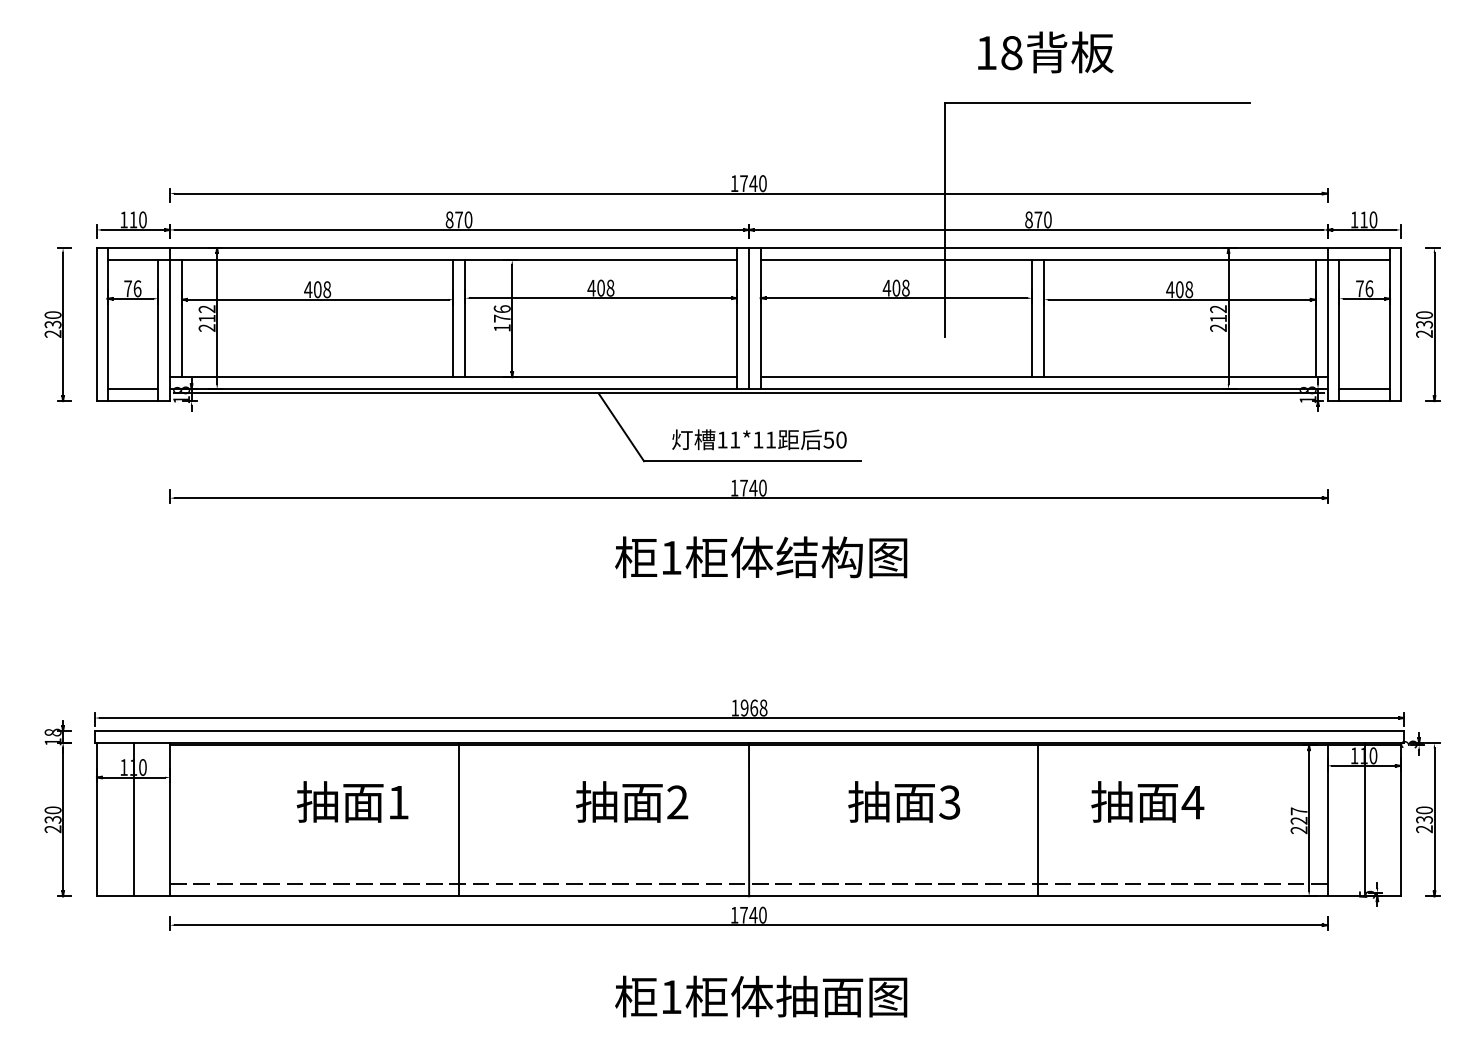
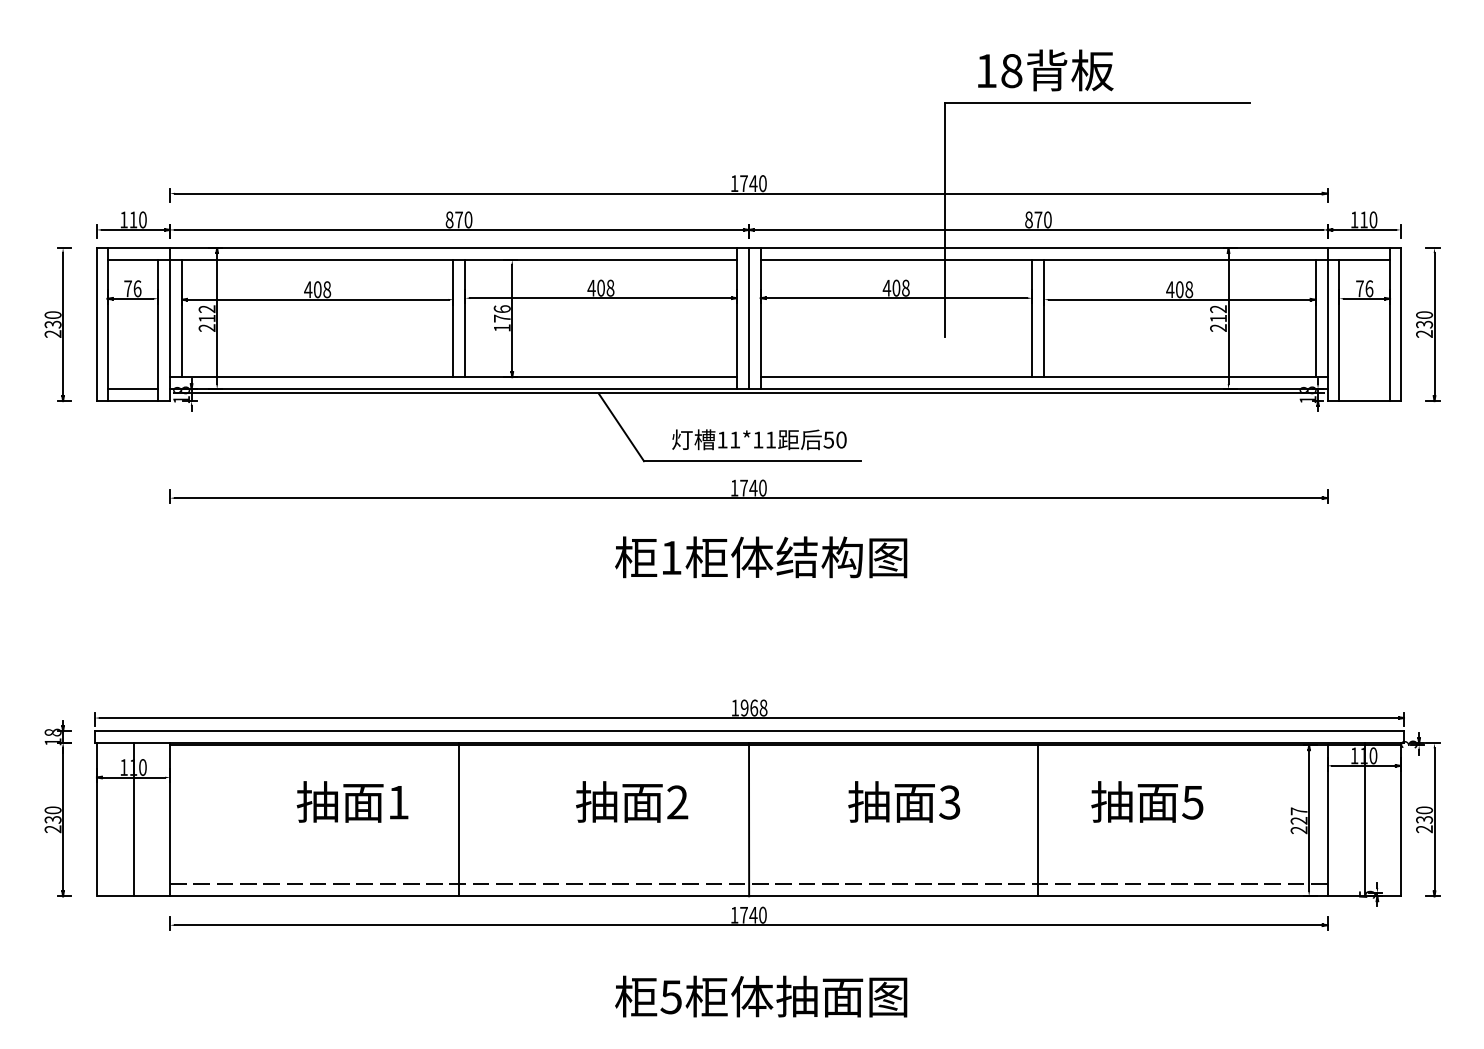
text at (1045, 52) position: (1045, 52) -> (1045, 70)
line at (1364, 389): present -> none
text at (1192, 802): 4 -> 5
text at (670, 997): 1 -> 5
